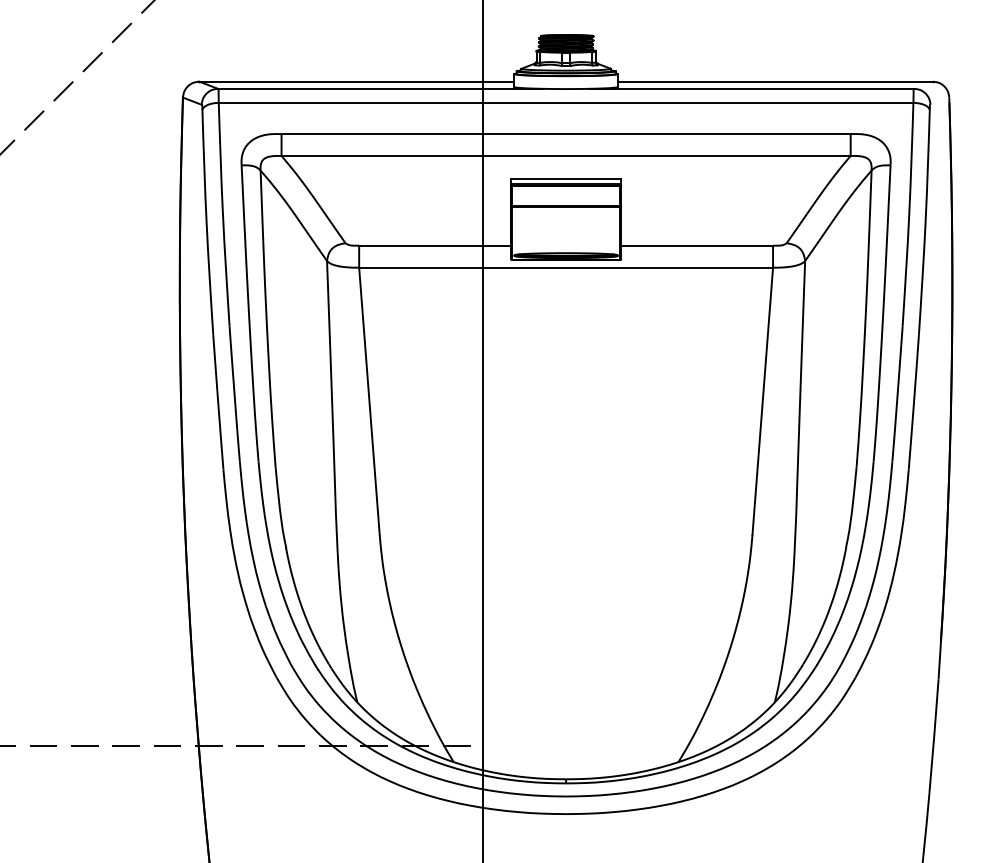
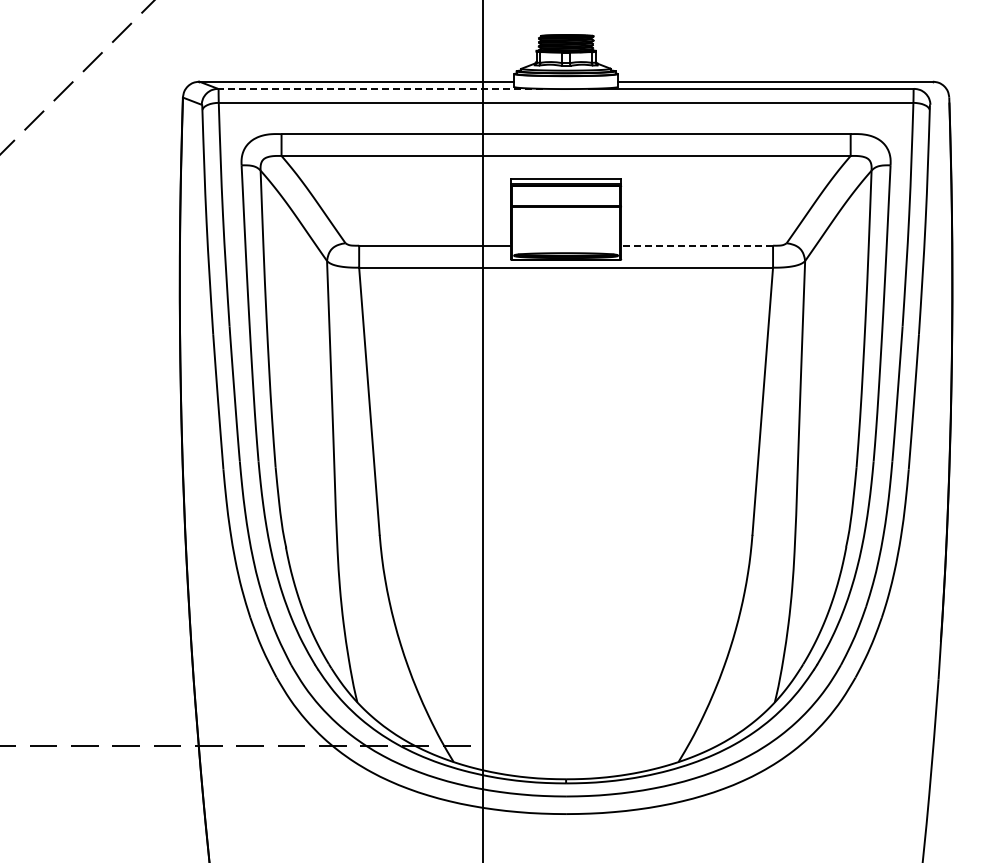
line at (380, 88): solid -> dashed
line at (697, 245): solid -> dashed
